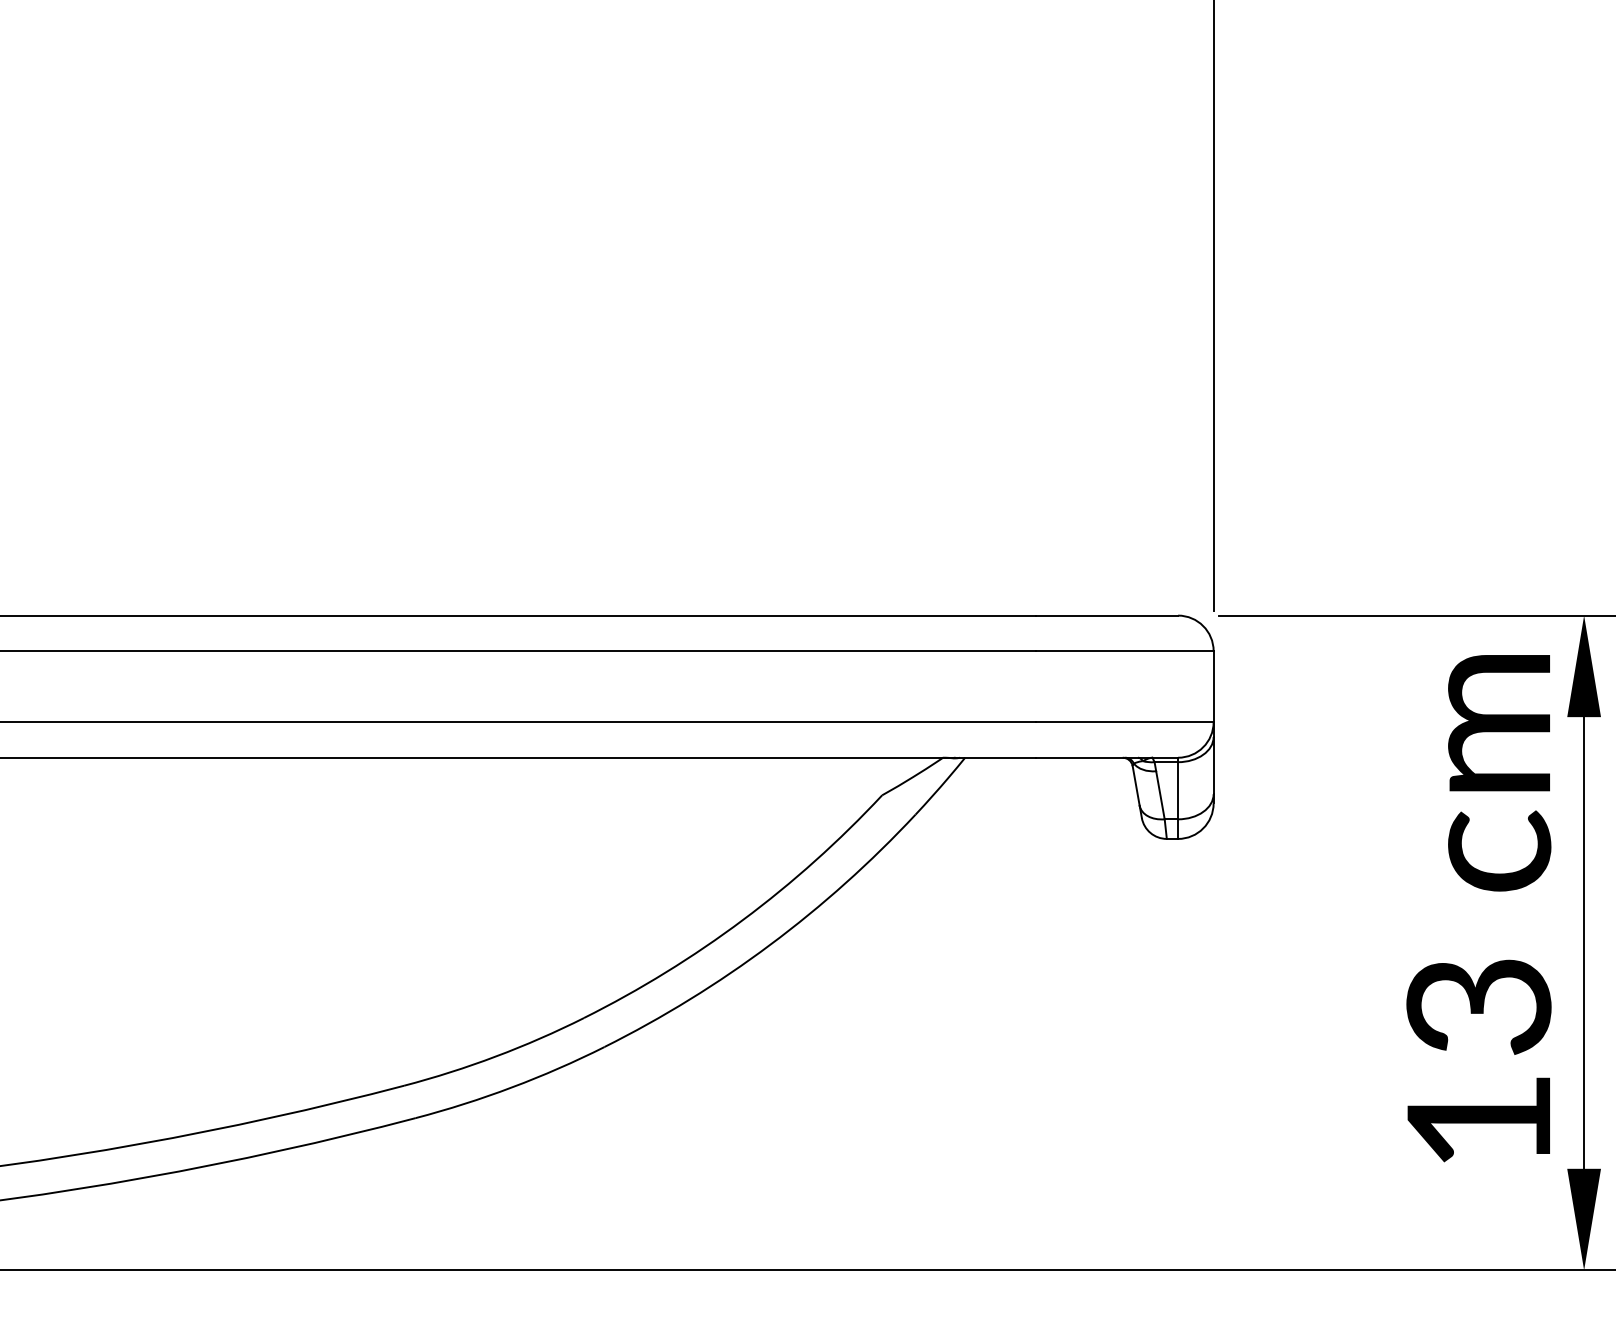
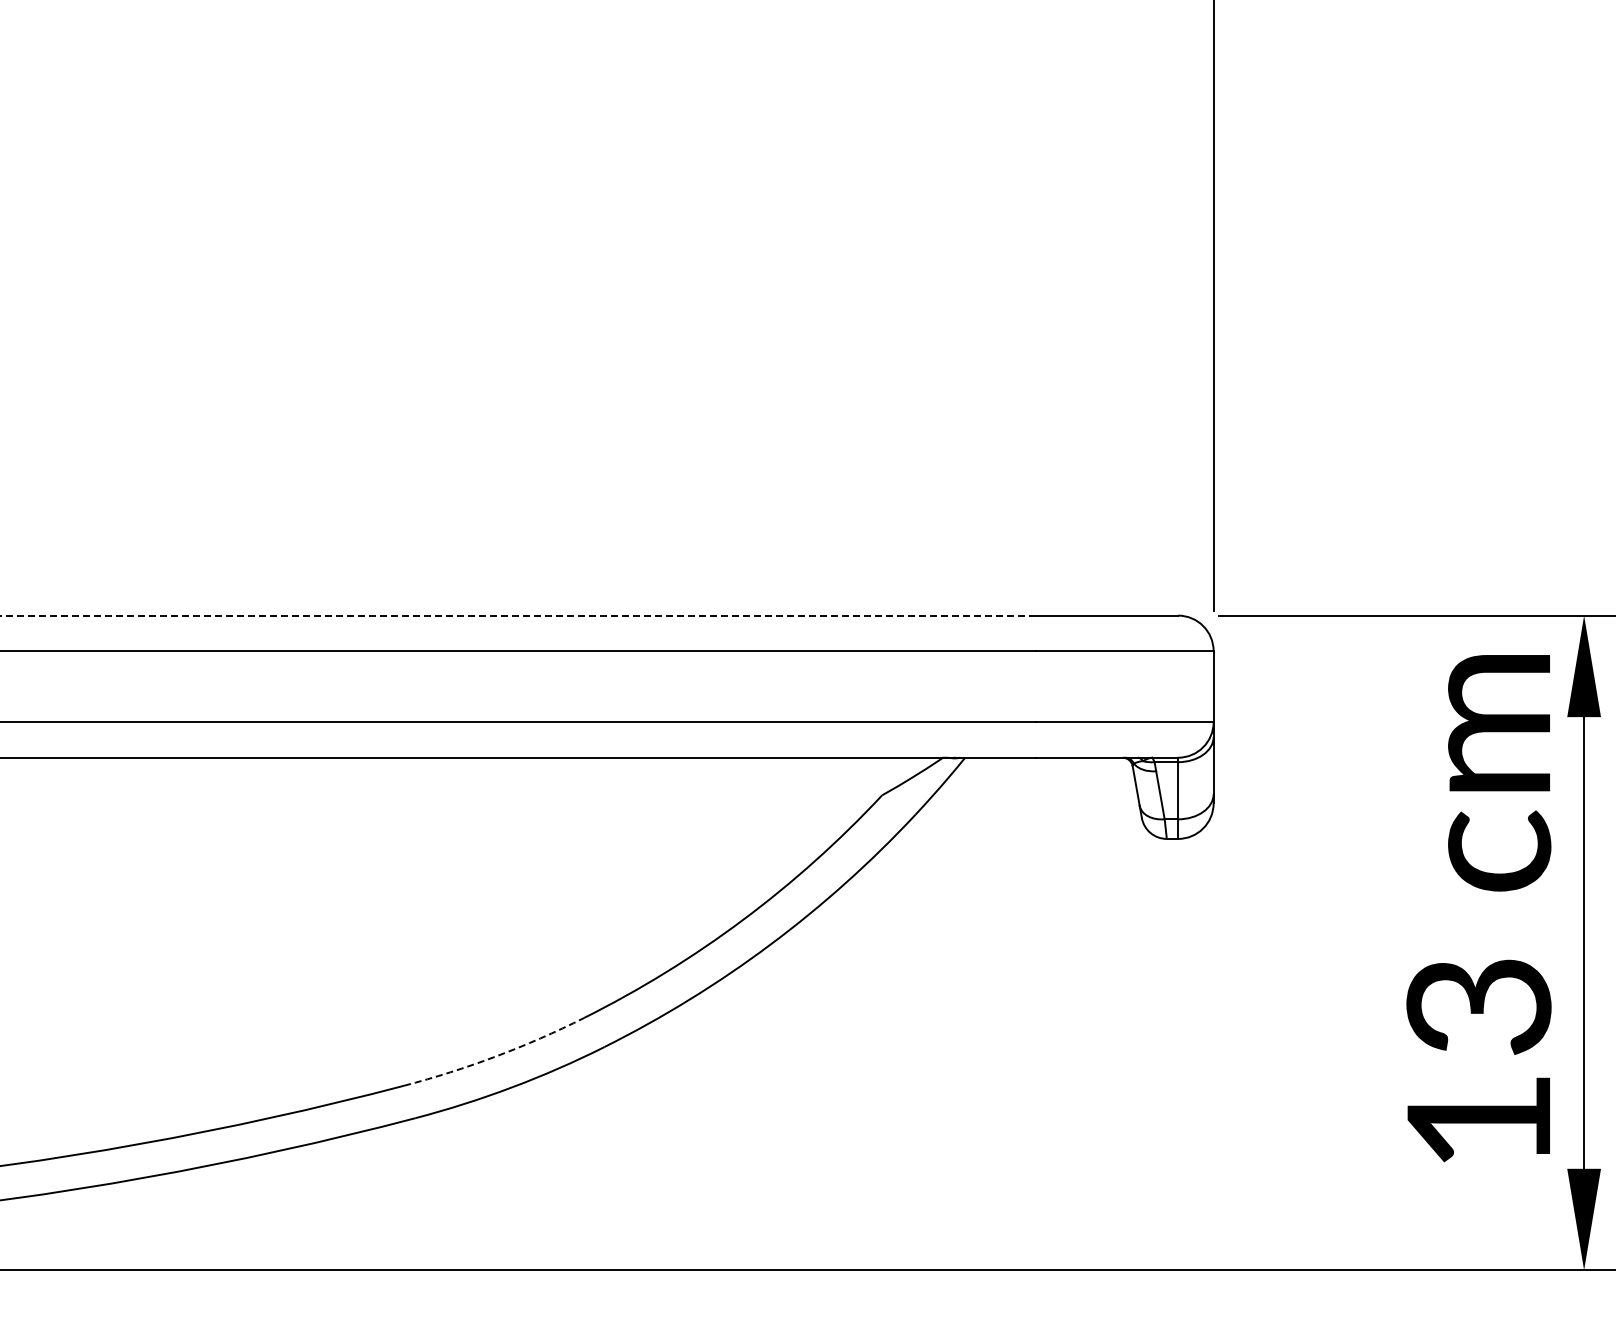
line at (518, 615): solid -> dashed
arc at (495, 1056): solid -> dashed
